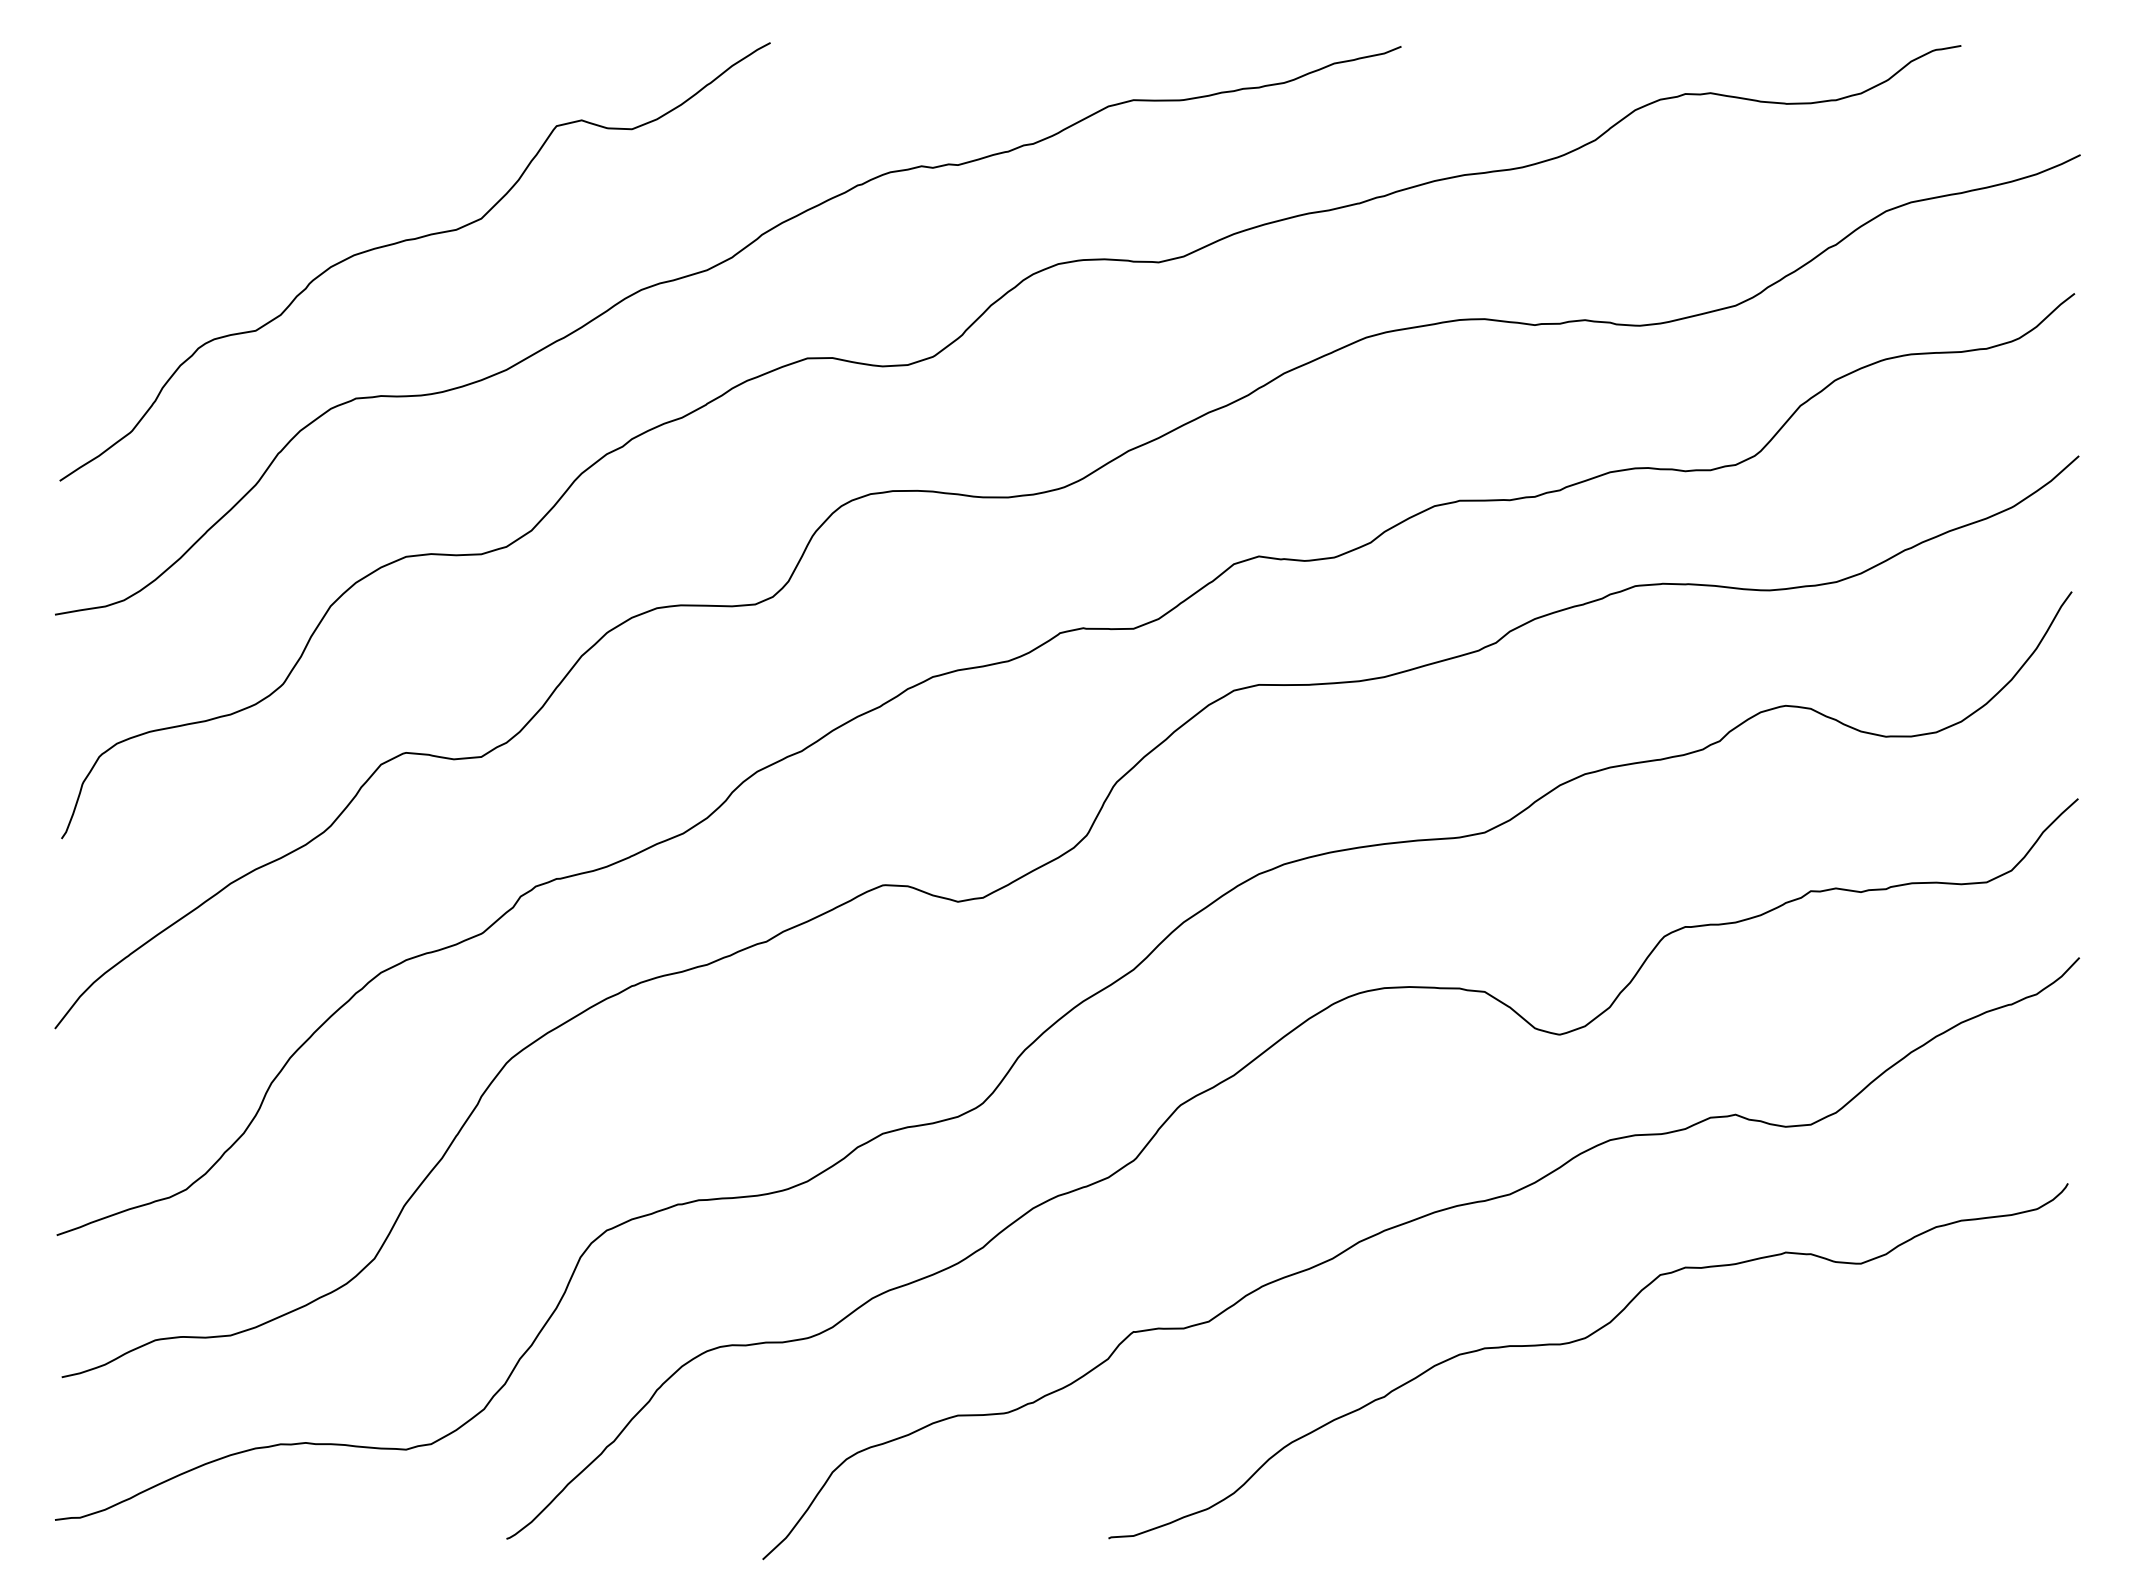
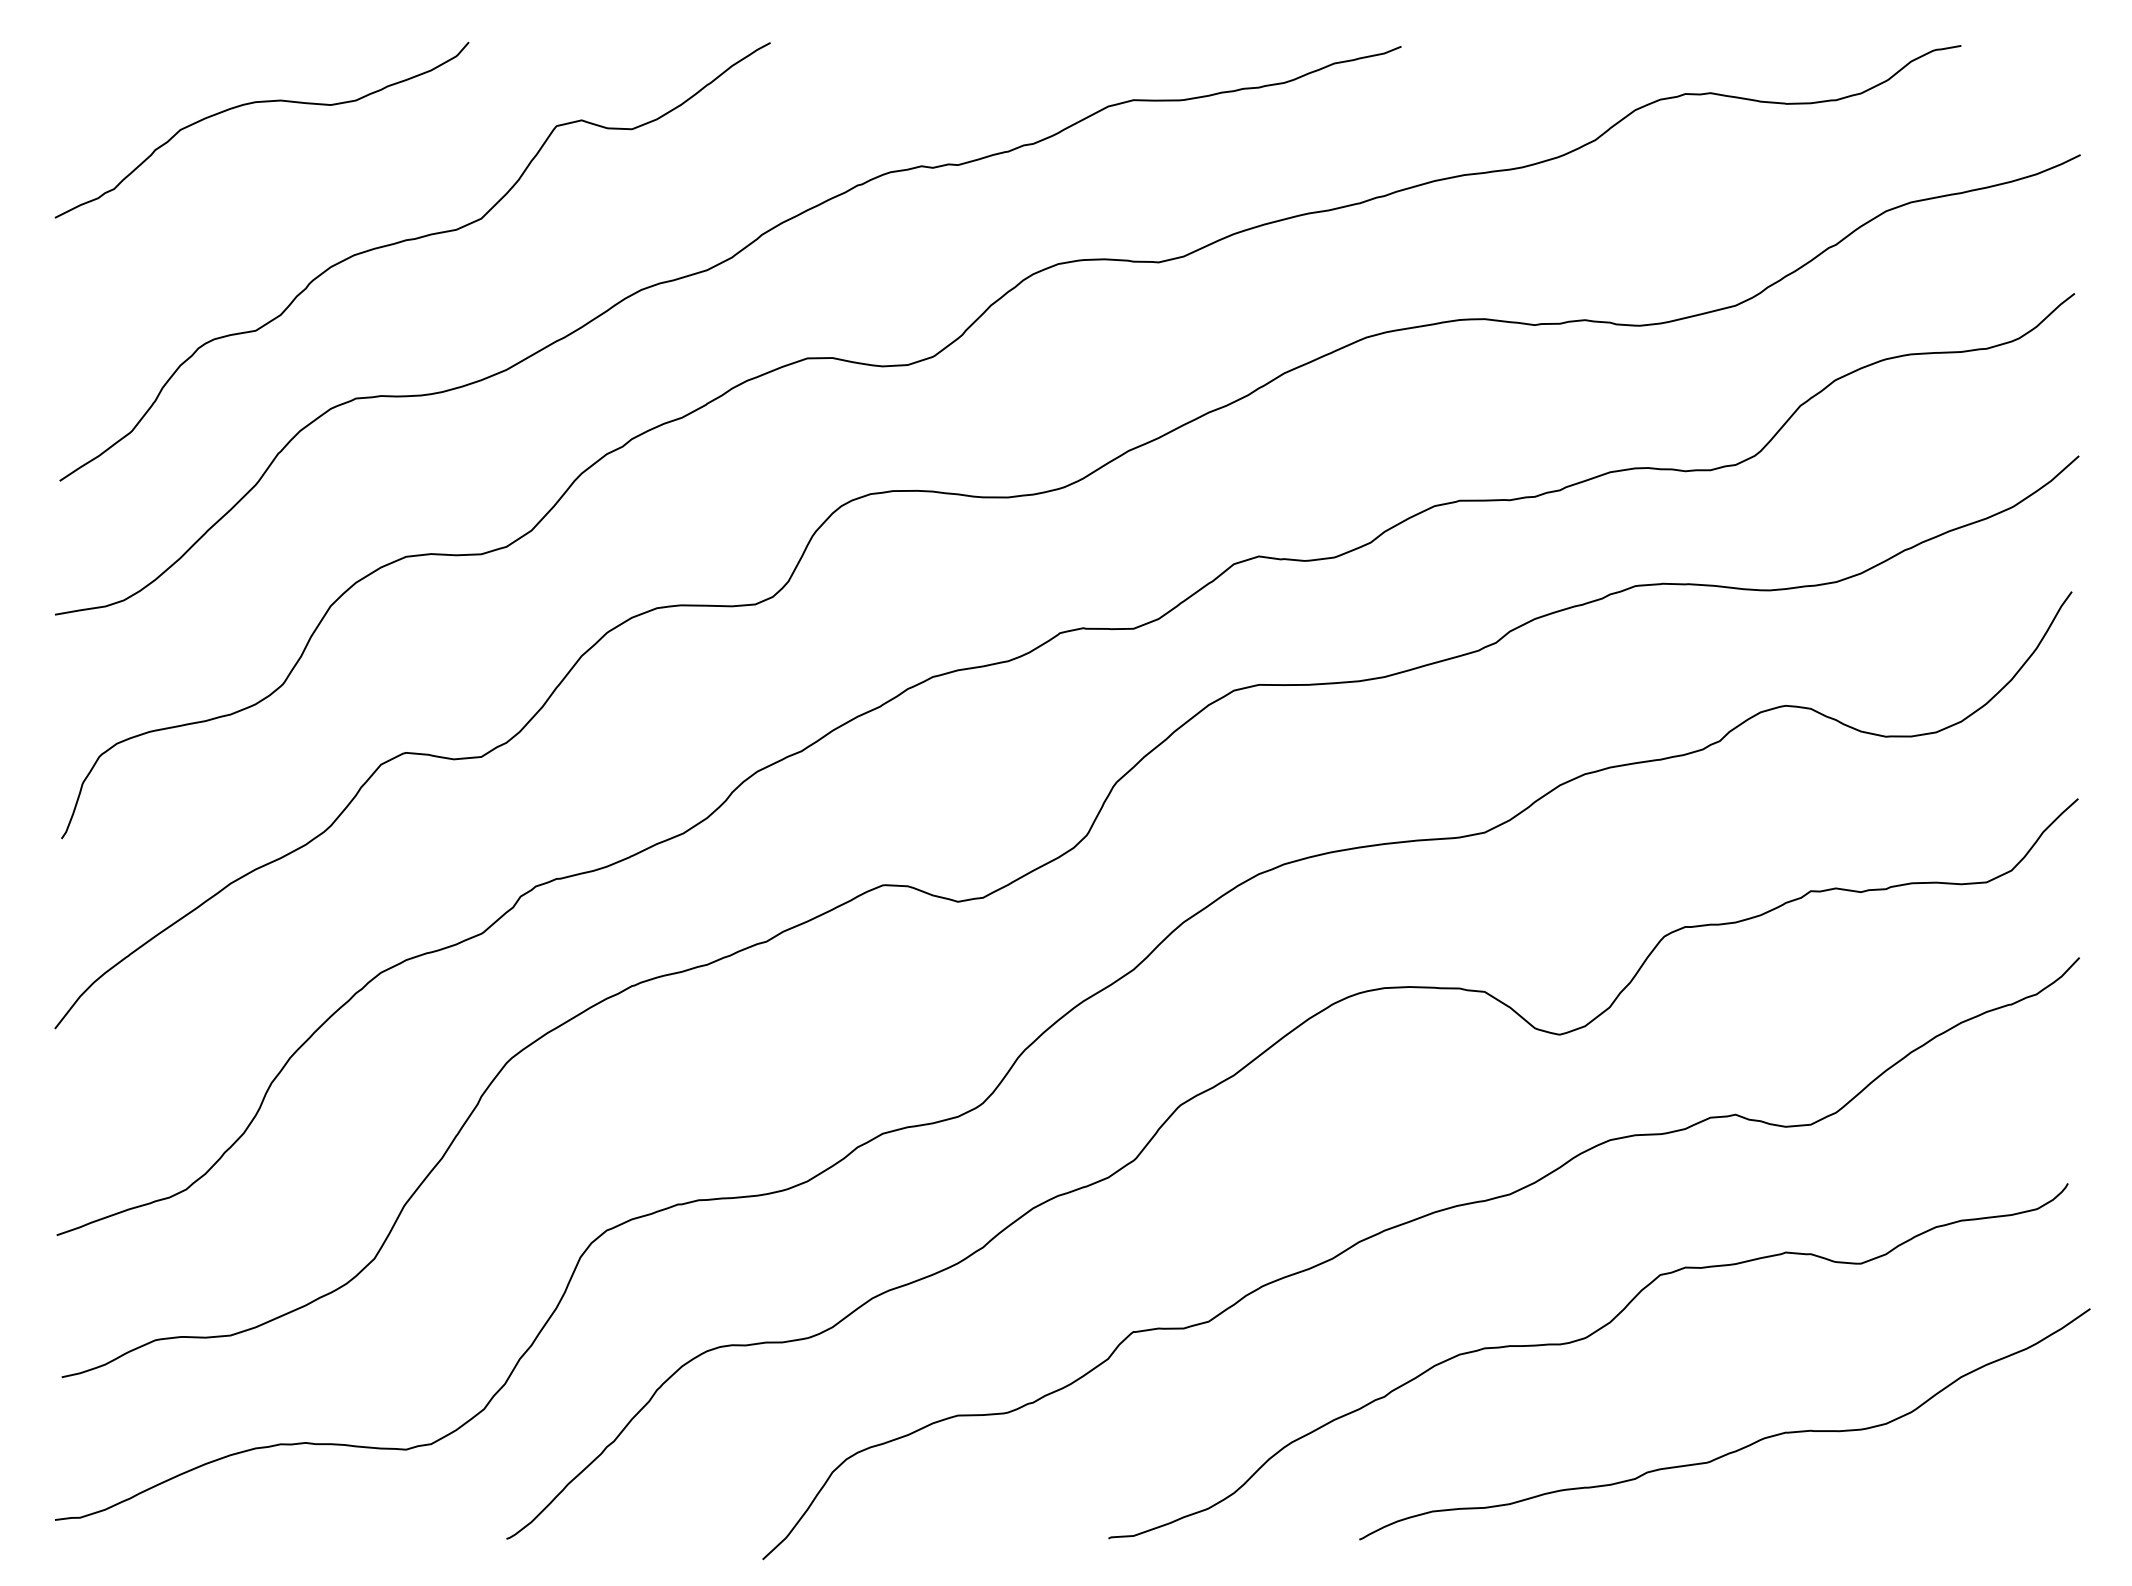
curve at (255, 103): none -> present
curve at (1734, 1450): none -> present
